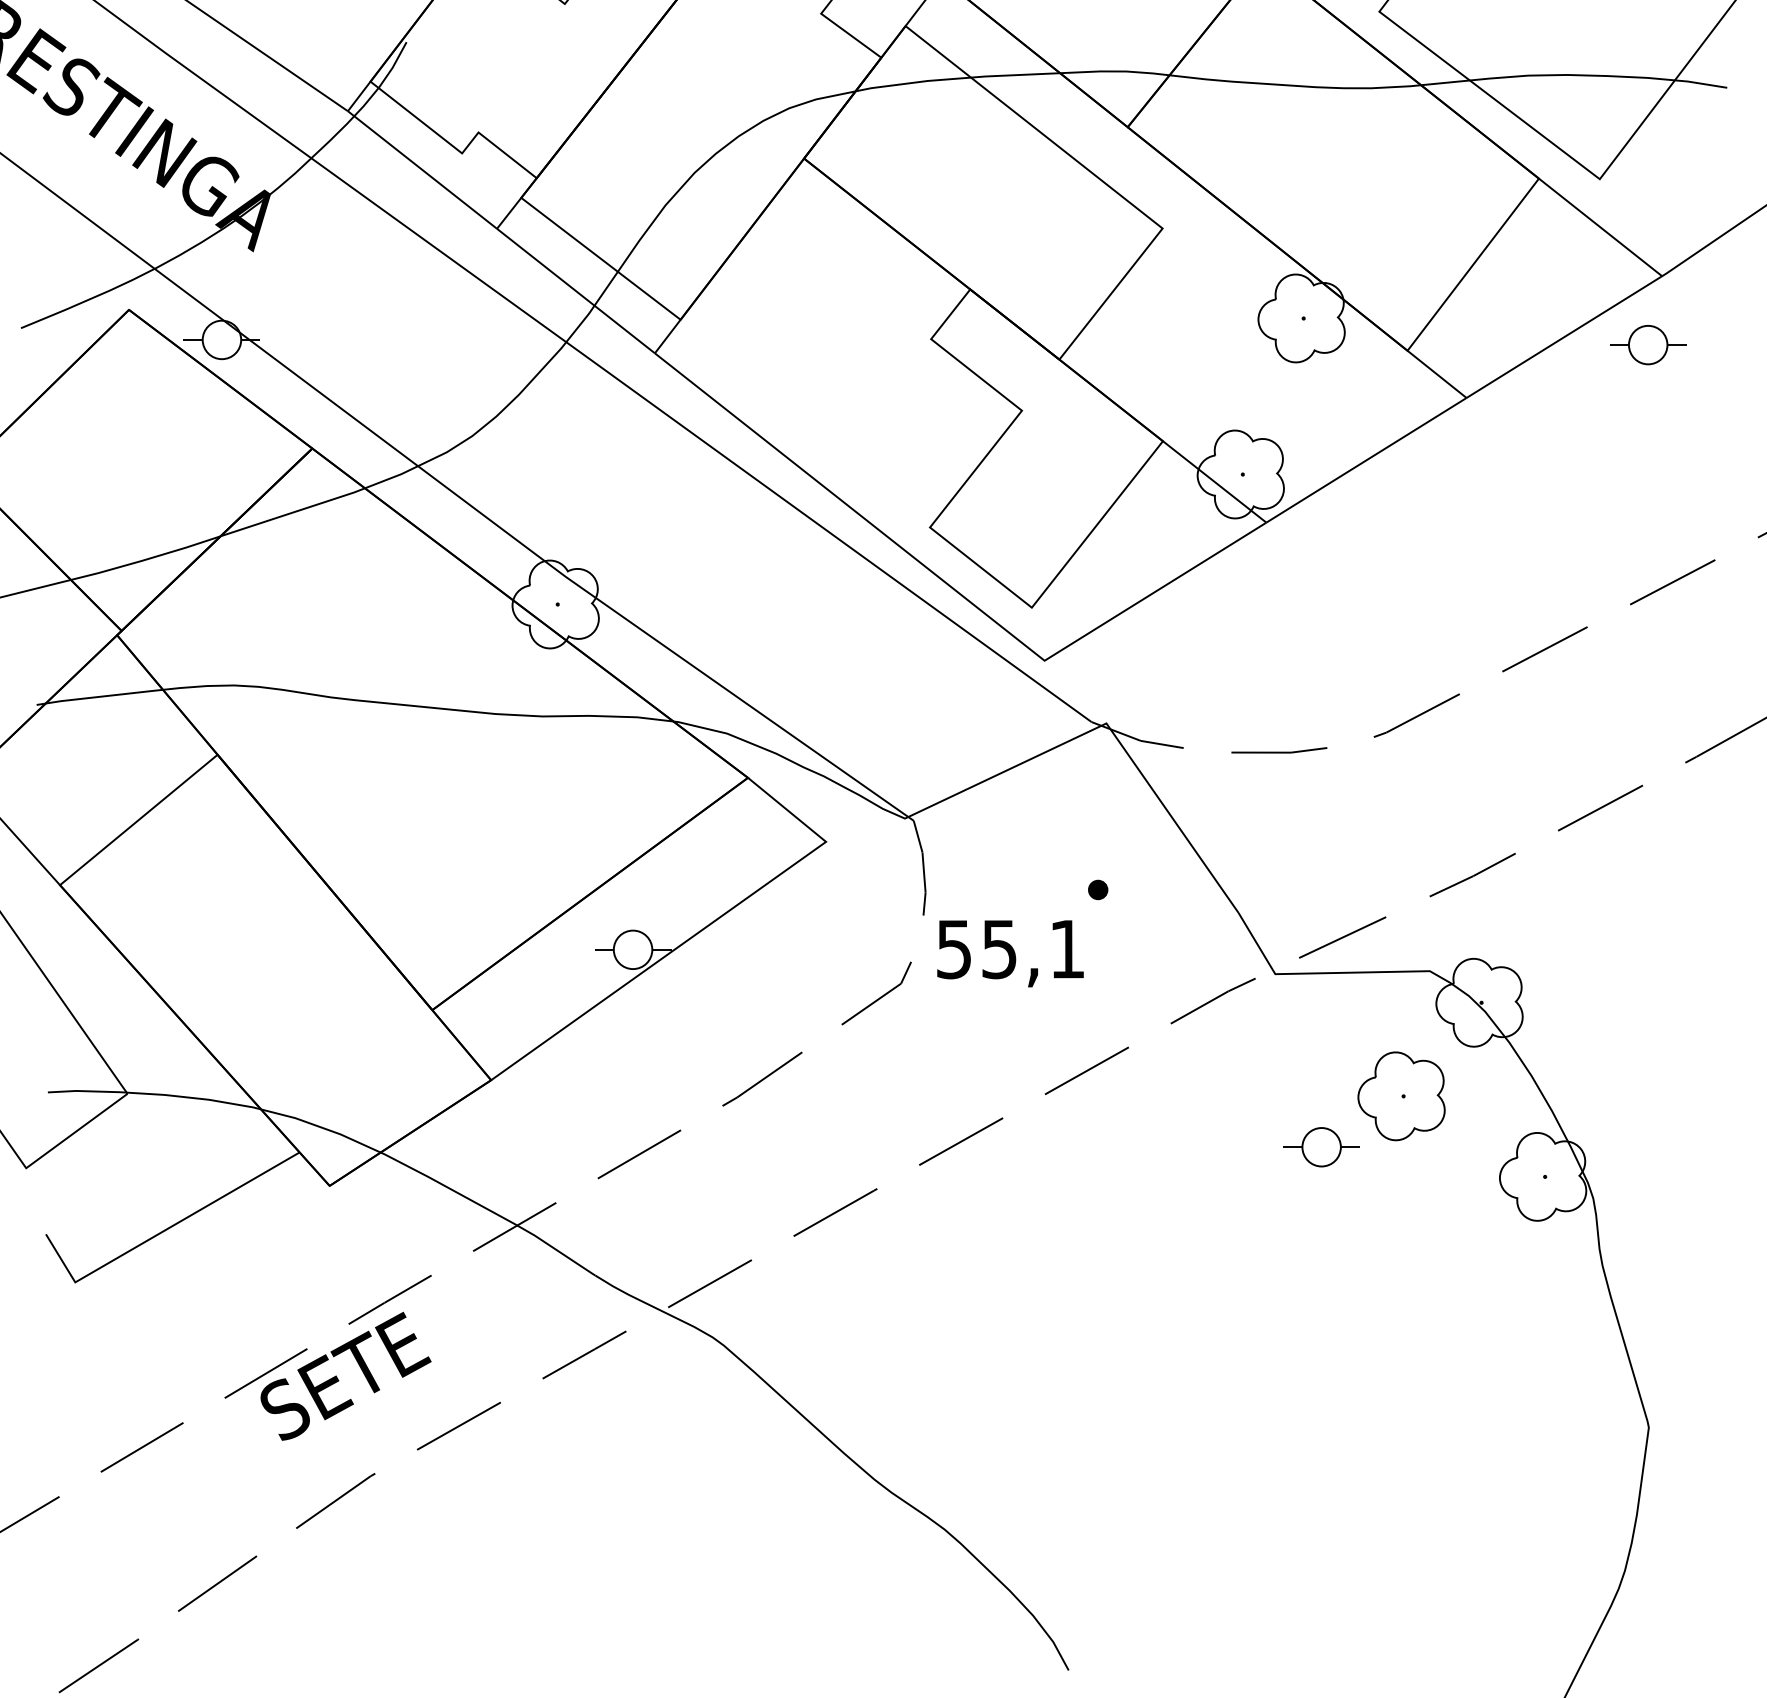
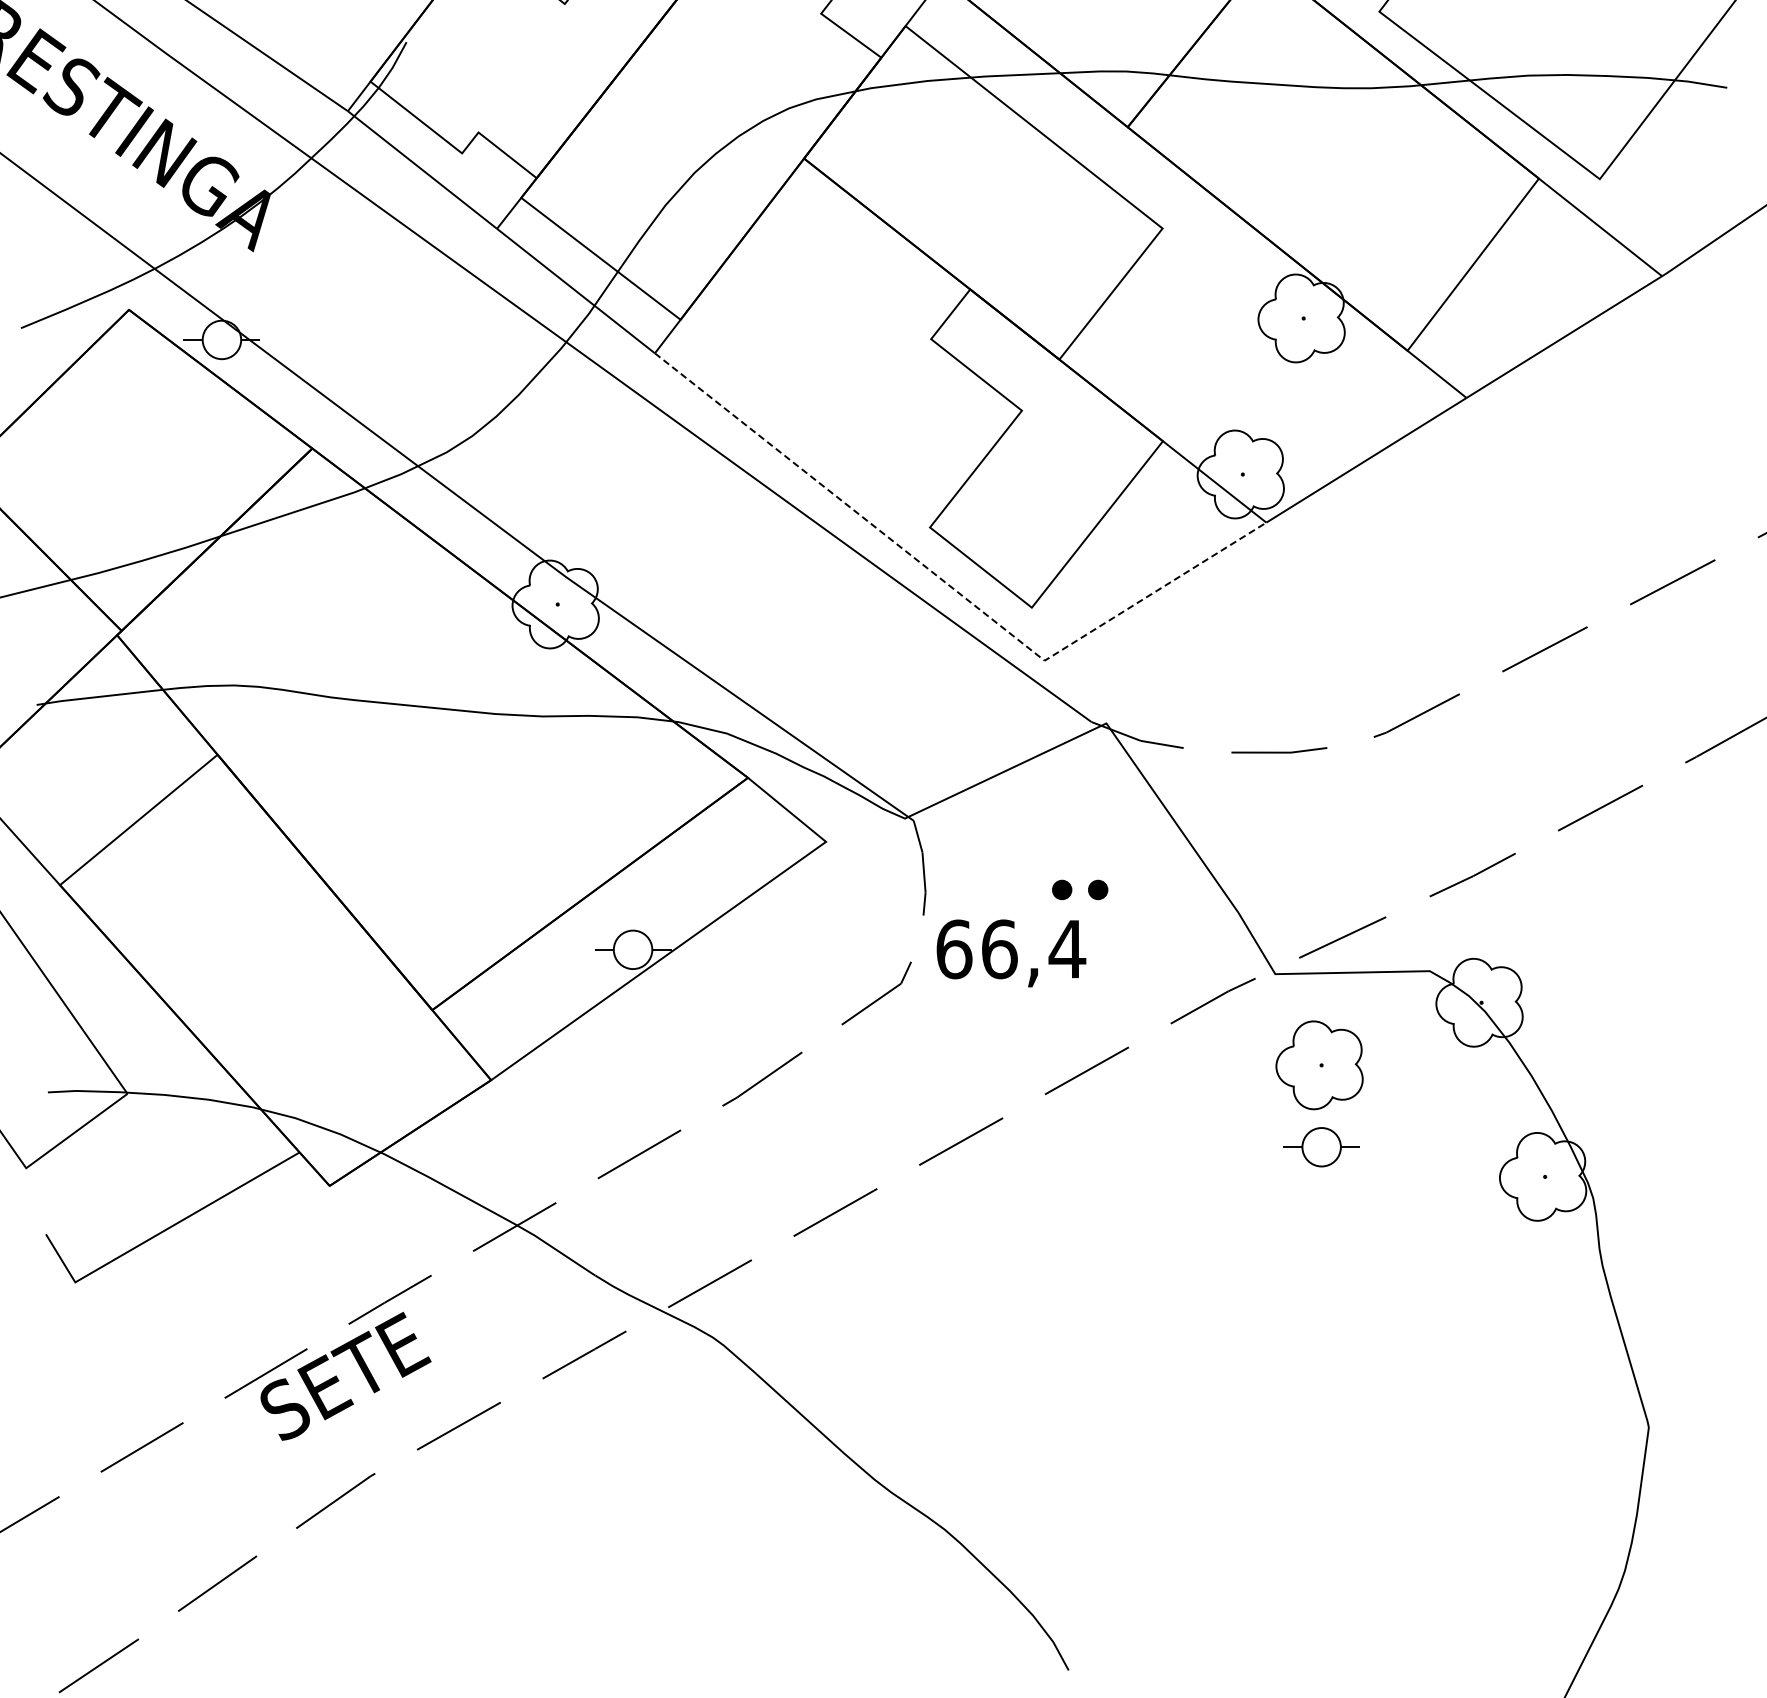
part at (1648, 345): present -> none
line at (952, 588): solid -> dashed
part at (1062, 889): none -> present
text at (1011, 949): 55,1 -> 66,4
part at (1401, 1096) position: (1401, 1096) -> (1319, 1065)
